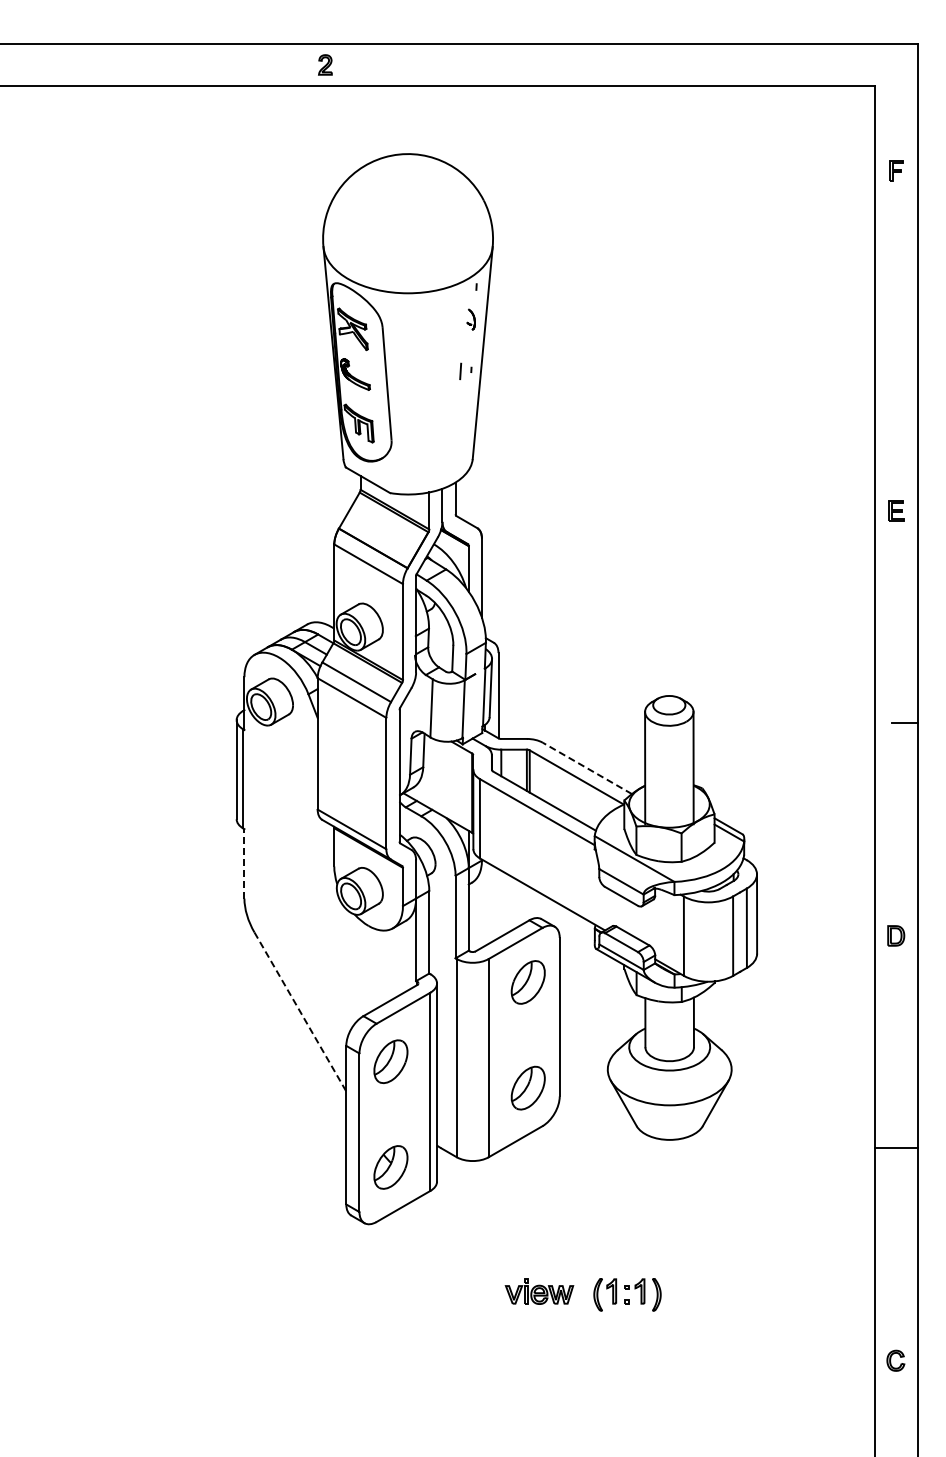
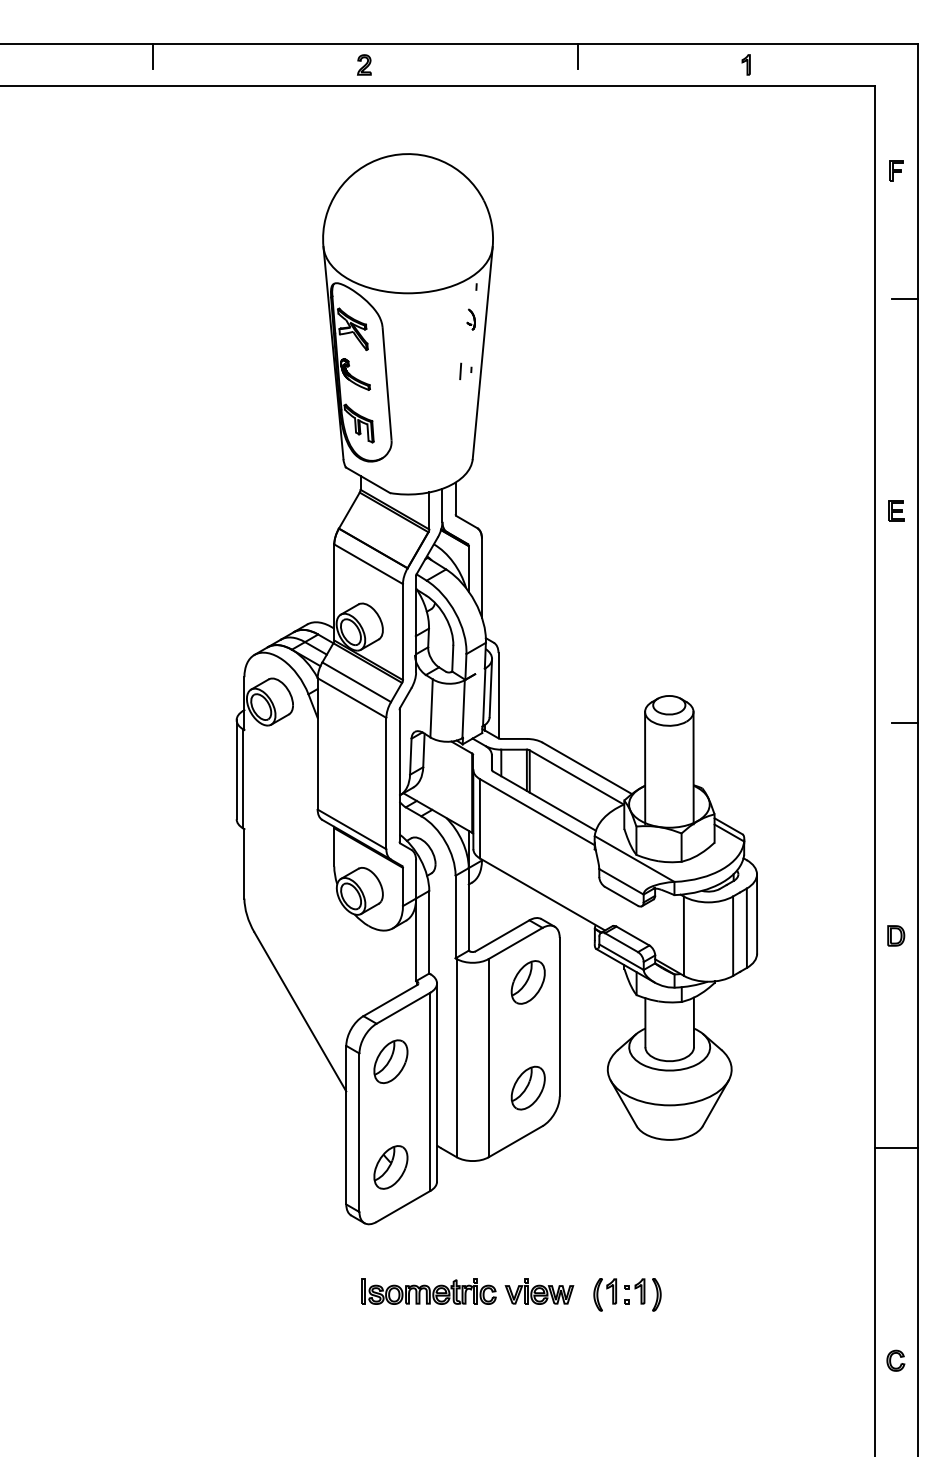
line at (153, 56): none -> present
line at (577, 56): none -> present
part at (325, 64) position: (325, 64) -> (364, 64)
part at (745, 64): none -> present
line at (904, 298): none -> present
line at (586, 768): dashed -> solid
line at (244, 863): dashed -> solid
line at (300, 1011): dashed -> solid
part at (428, 1291): none -> present
